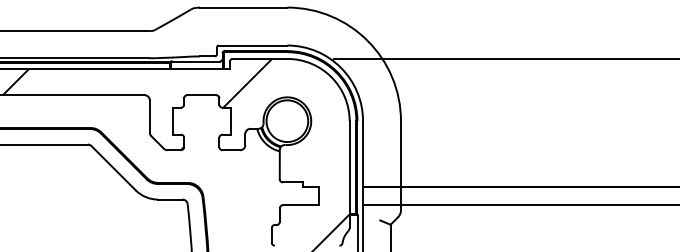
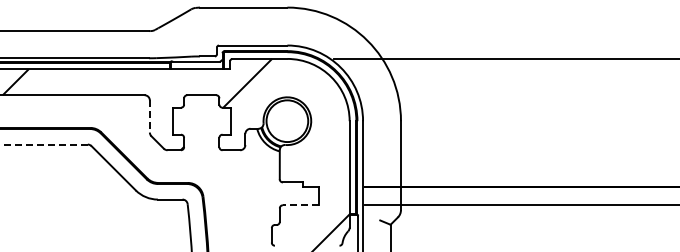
line at (149, 116): solid -> dashed
line at (43, 144): solid -> dashed
line at (300, 205): solid -> dashed
